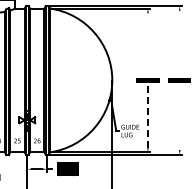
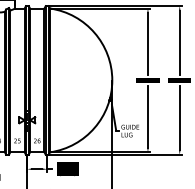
line at (179, 42): none -> present
line at (147, 44): none -> present
line at (147, 116): dashed -> solid
line at (179, 117): none -> present
